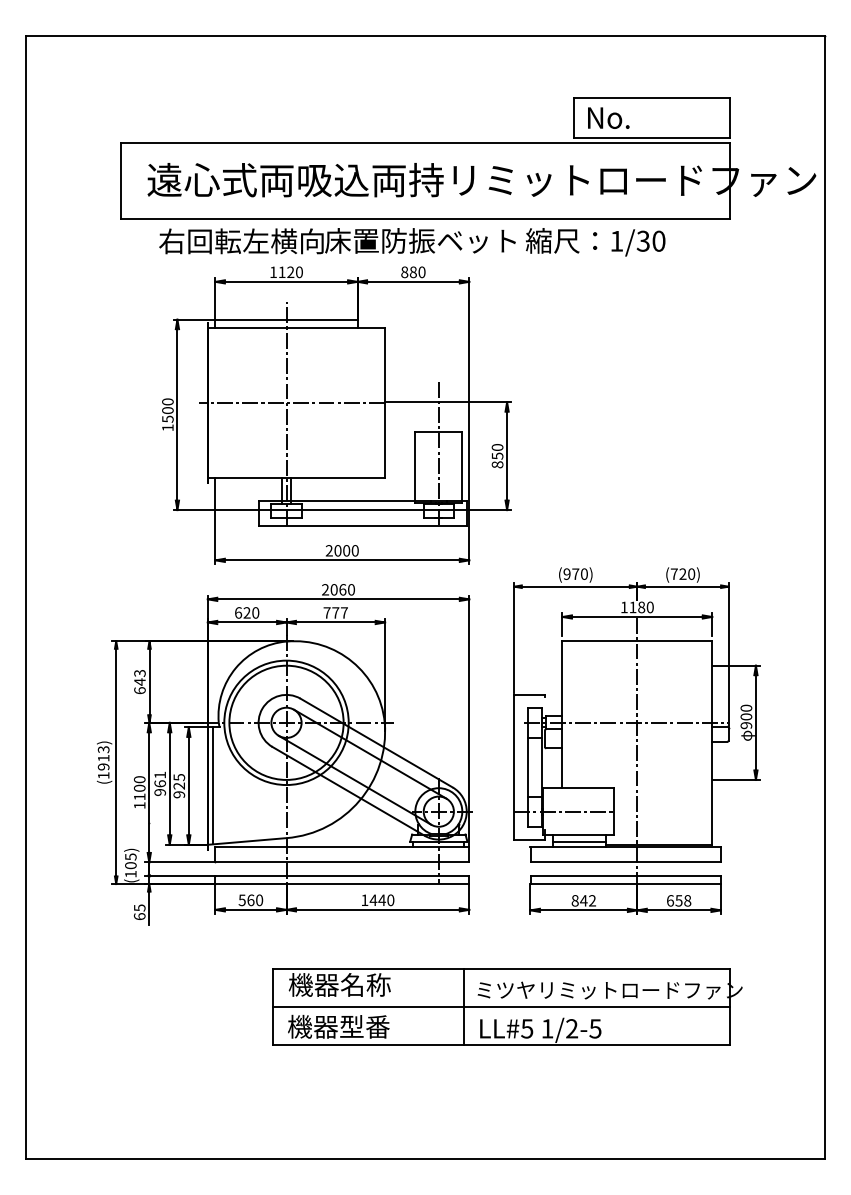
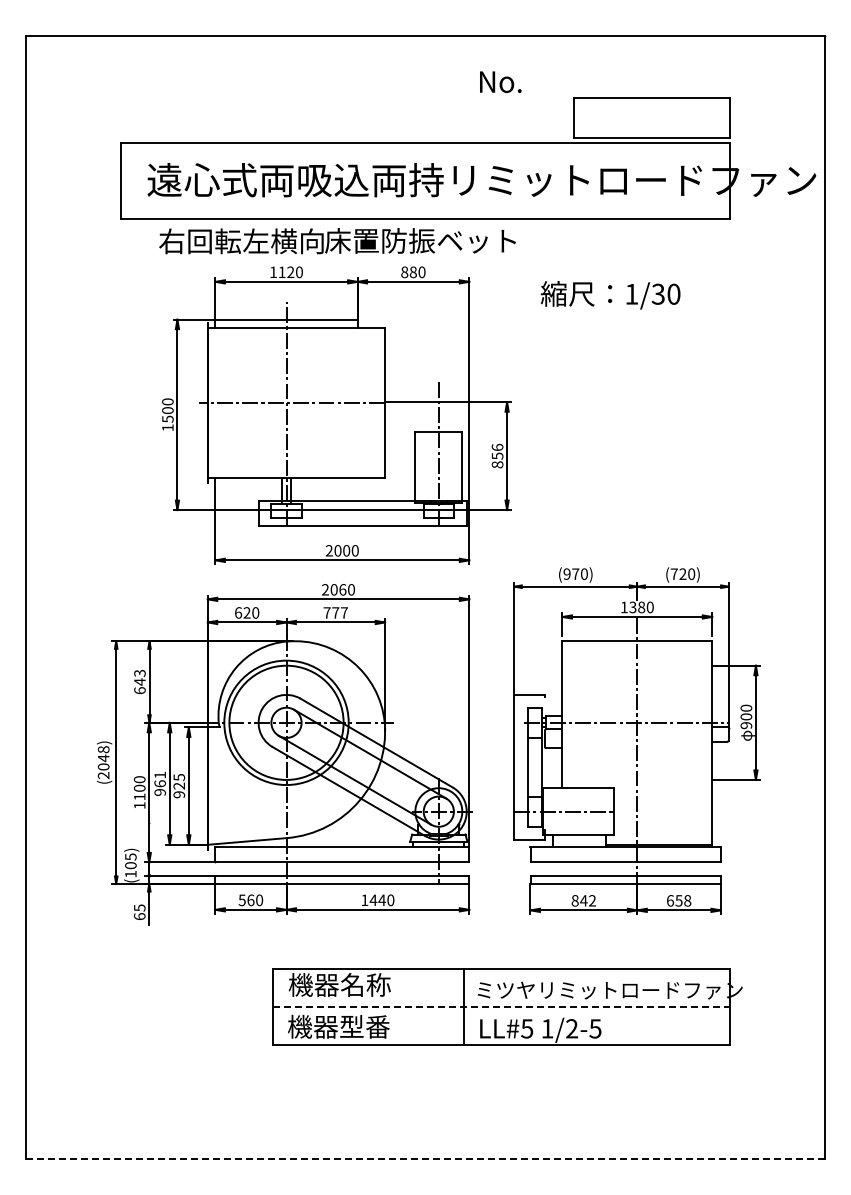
text at (608, 117) position: (608, 117) -> (500, 81)
text at (595, 242) position: (595, 242) -> (610, 295)
text at (497, 446): 850 -> 856
text at (632, 607): 1180 -> 1380
text at (103, 762): (1913) -> (2048)
line at (212, 785): present -> none
line at (579, 841): present -> none
line at (502, 1006): solid -> dashed
line at (425, 1159): solid -> dashed
